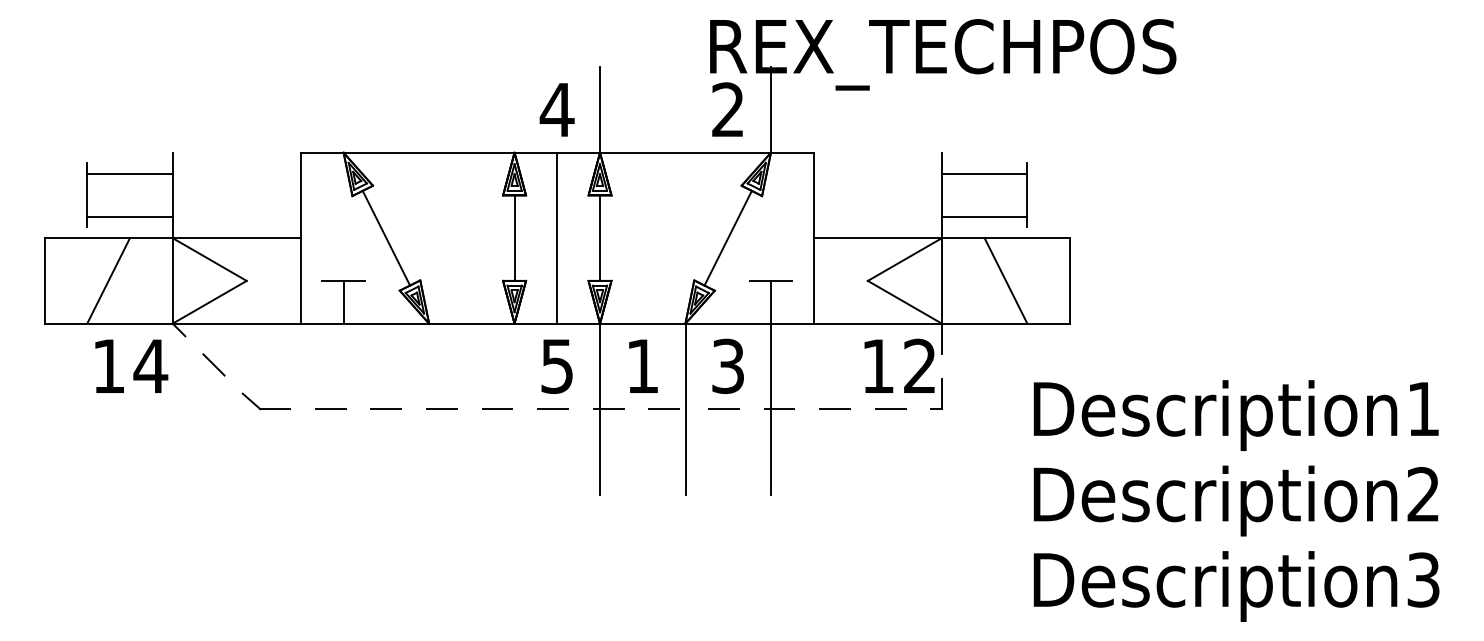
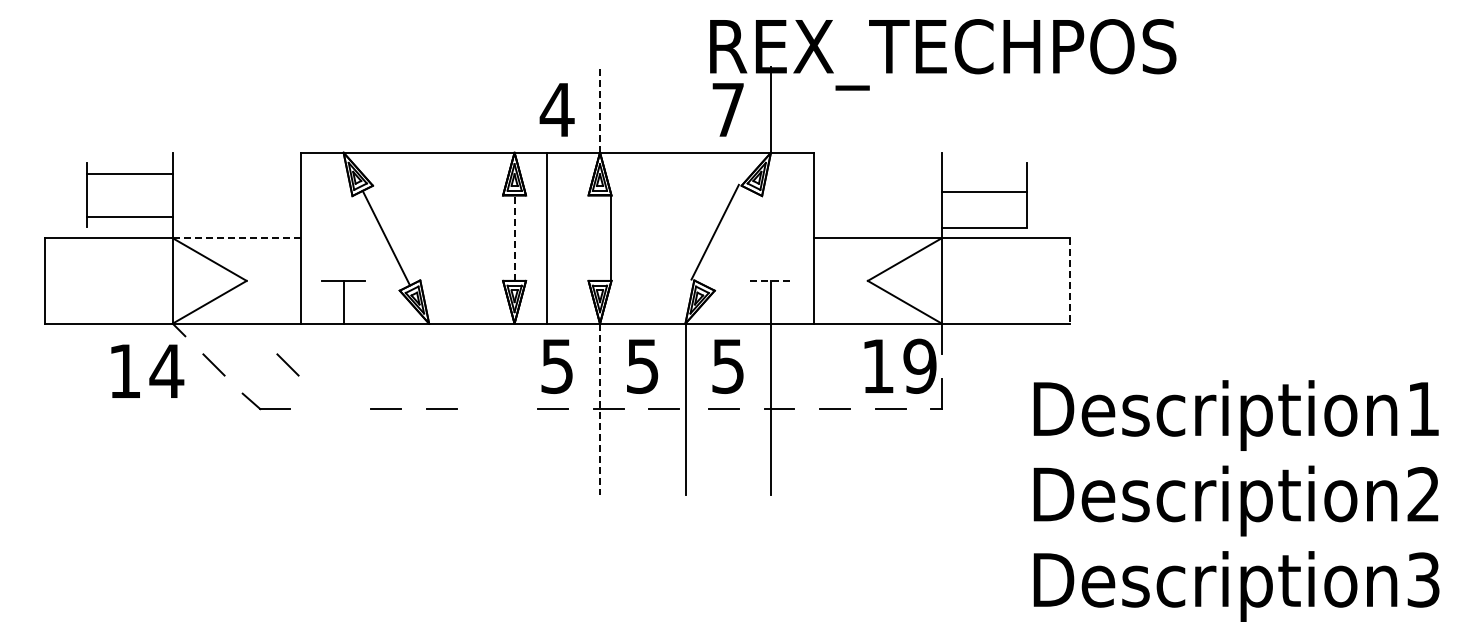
line at (600, 109): solid -> dashed
text at (727, 109): 2 -> 7
line at (984, 174) position: (984, 174) -> (984, 192)
line at (984, 216) position: (984, 216) -> (984, 227)
line at (557, 237) position: (557, 237) -> (547, 237)
line at (600, 237) position: (600, 237) -> (611, 237)
line at (727, 237) position: (727, 237) -> (714, 231)
line at (237, 238): solid -> dashed
line at (514, 238): solid -> dashed
line at (108, 280): present -> none
line at (771, 280): solid -> dashed
line at (1005, 280): present -> none
line at (1070, 280): solid -> dashed
line at (287, 364): none -> present
text at (131, 365) position: (131, 365) -> (147, 370)
text at (727, 365): 3 -> 5
text at (919, 365): 12 -> 19
text at (642, 366): 1 -> 5
line at (497, 408): present -> none
line at (330, 409): present -> none
line at (600, 409): solid -> dashed
